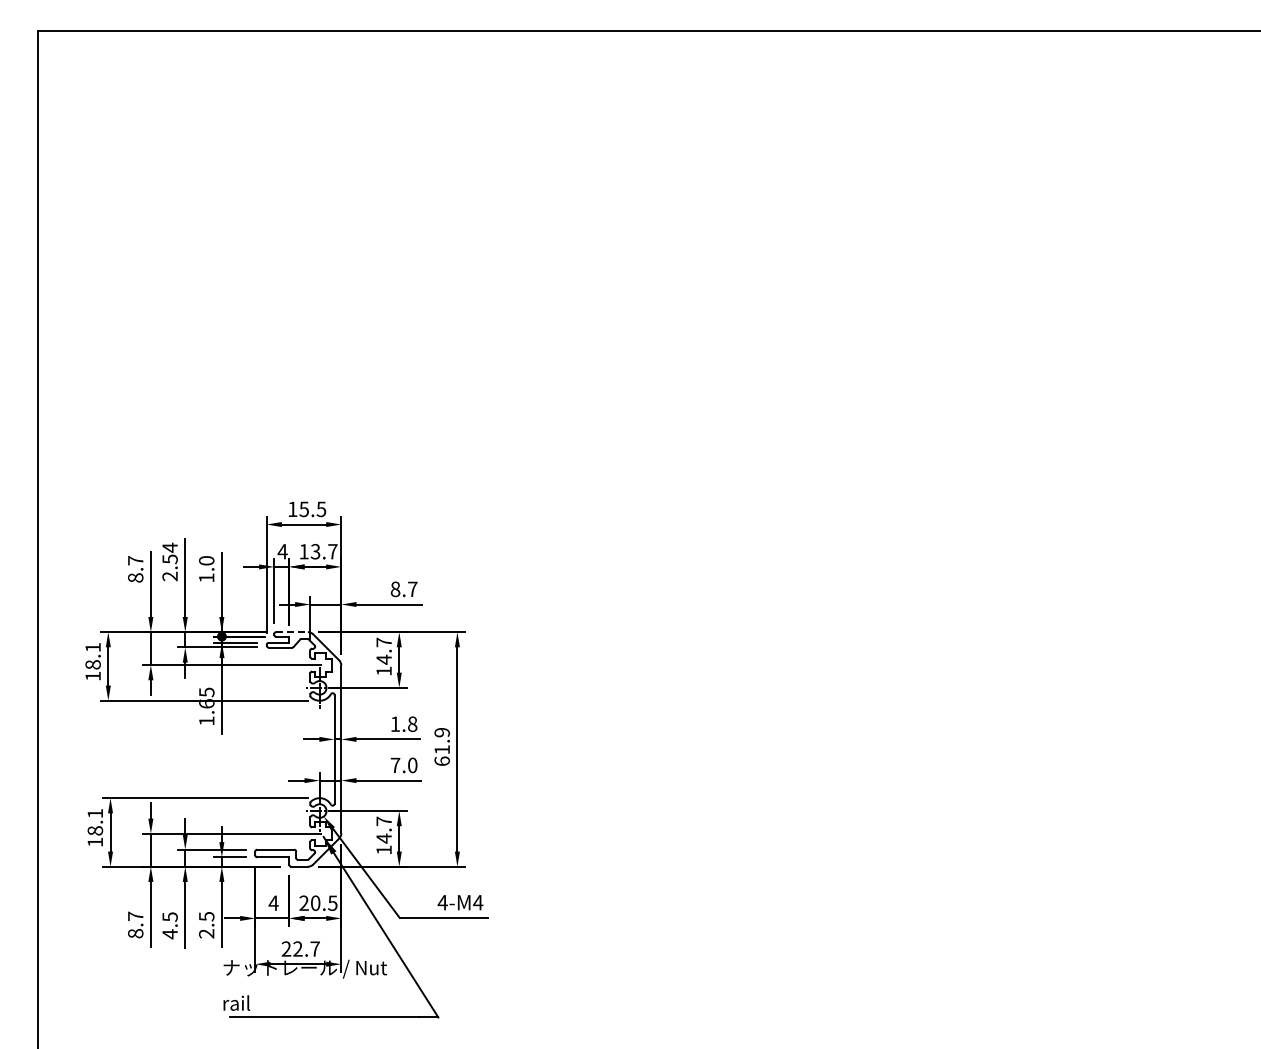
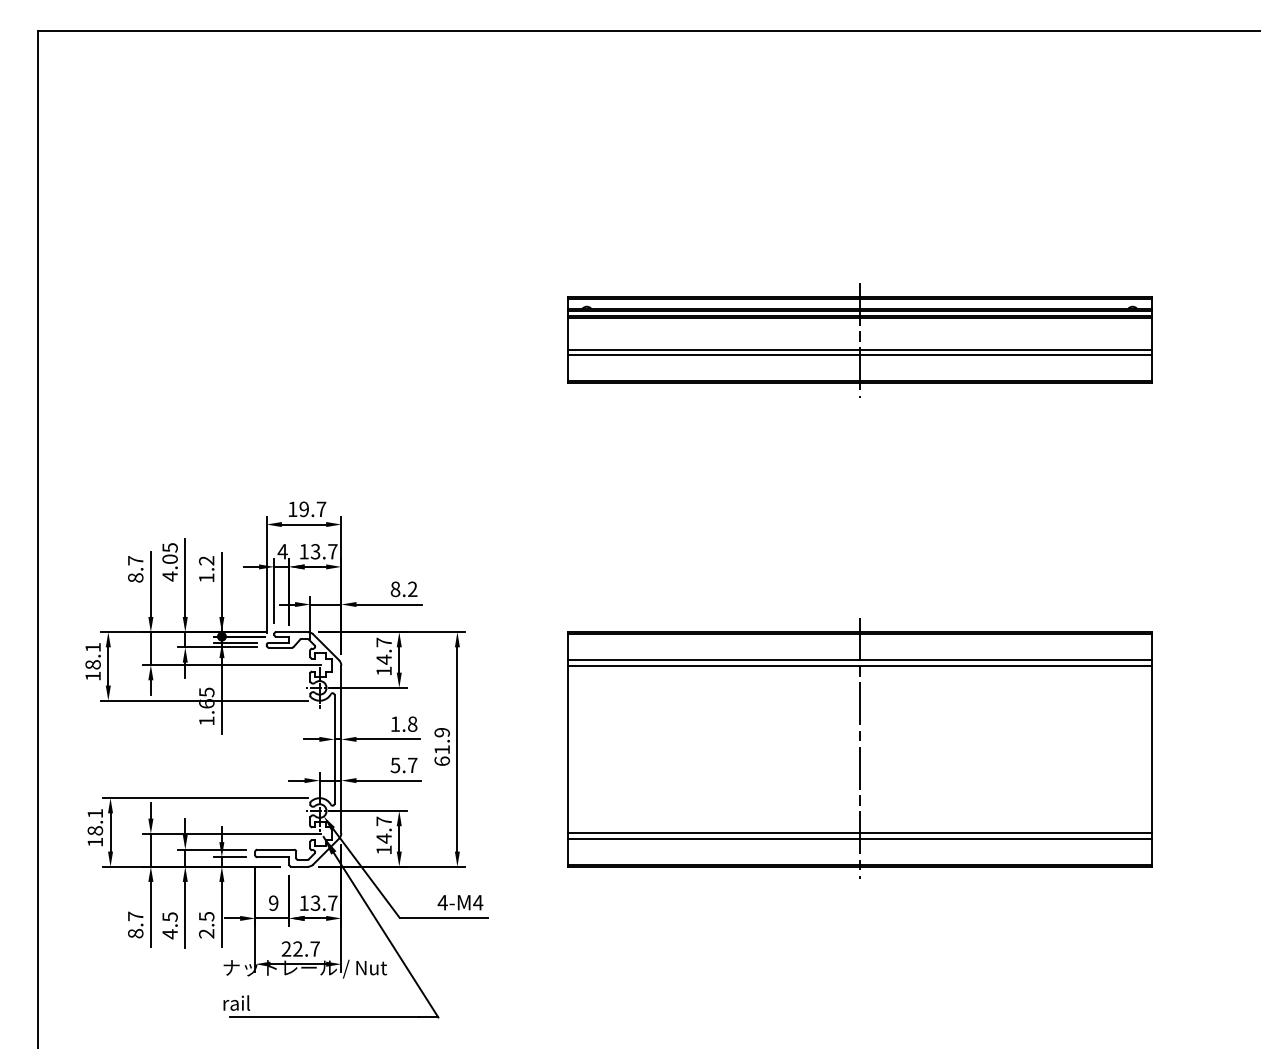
part at (859, 340): none -> present
text at (312, 509): 15.5 -> 19.7
text at (206, 560): 1.0 -> 1.2
text at (169, 561): 2.54 -> 4.05
text at (412, 588): 8.7 -> 8.2
line at (292, 632): dashed -> solid
part at (859, 748): none -> present
text at (403, 765): 7.0 -> 5.7
text at (273, 902): 4 -> 9
text at (318, 902): 20.5 -> 13.7
